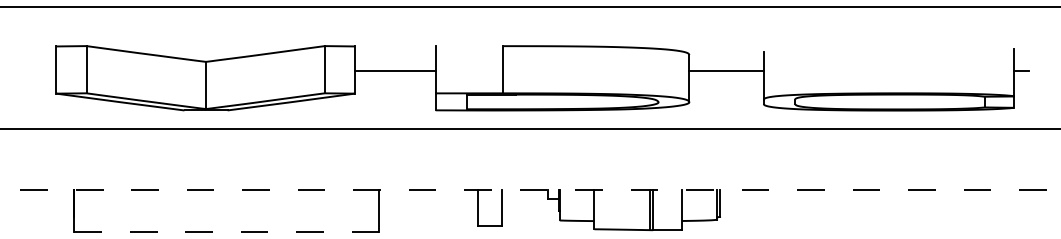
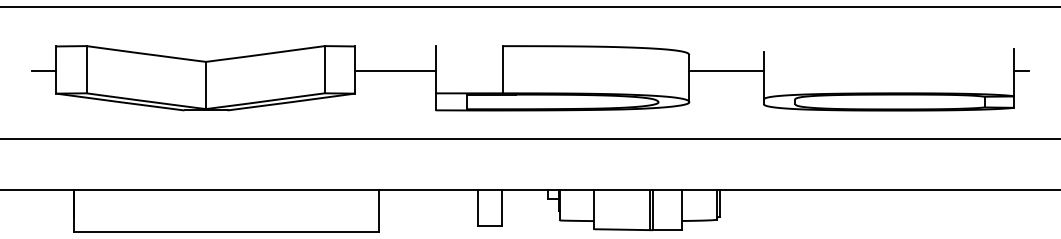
line at (43, 71): none -> present
line at (529, 128) position: (529, 128) -> (529, 138)
line at (529, 189): dashed -> solid
line at (226, 232): dashed -> solid
